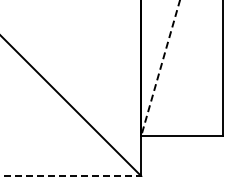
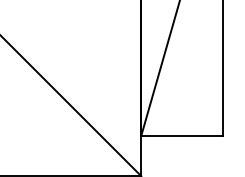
line at (160, 68): dashed -> solid
line at (71, 176): dashed -> solid
